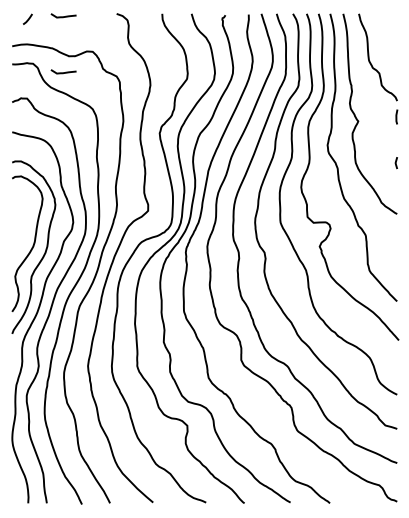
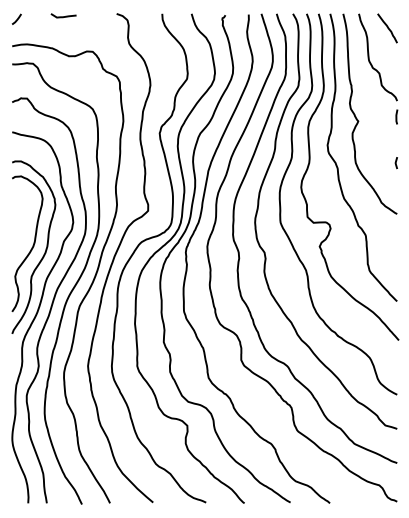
line at (28, 18) position: (28, 18) -> (17, 18)
curve at (387, 28): none -> present
curve at (63, 72): present -> none
